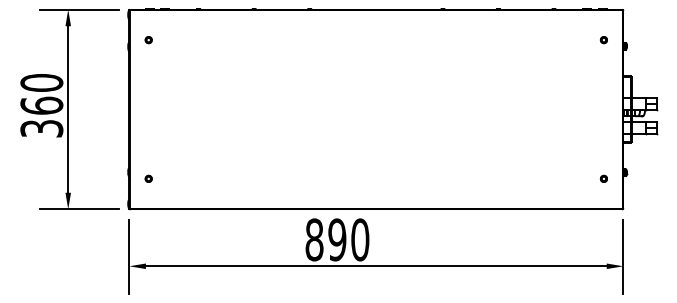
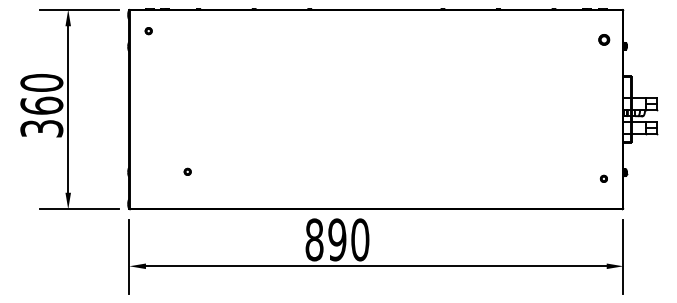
part at (148, 40) position: (148, 40) -> (148, 31)
part at (603, 40) size: 9x9 px -> 13x12 px
part at (148, 178) position: (148, 178) -> (187, 171)
